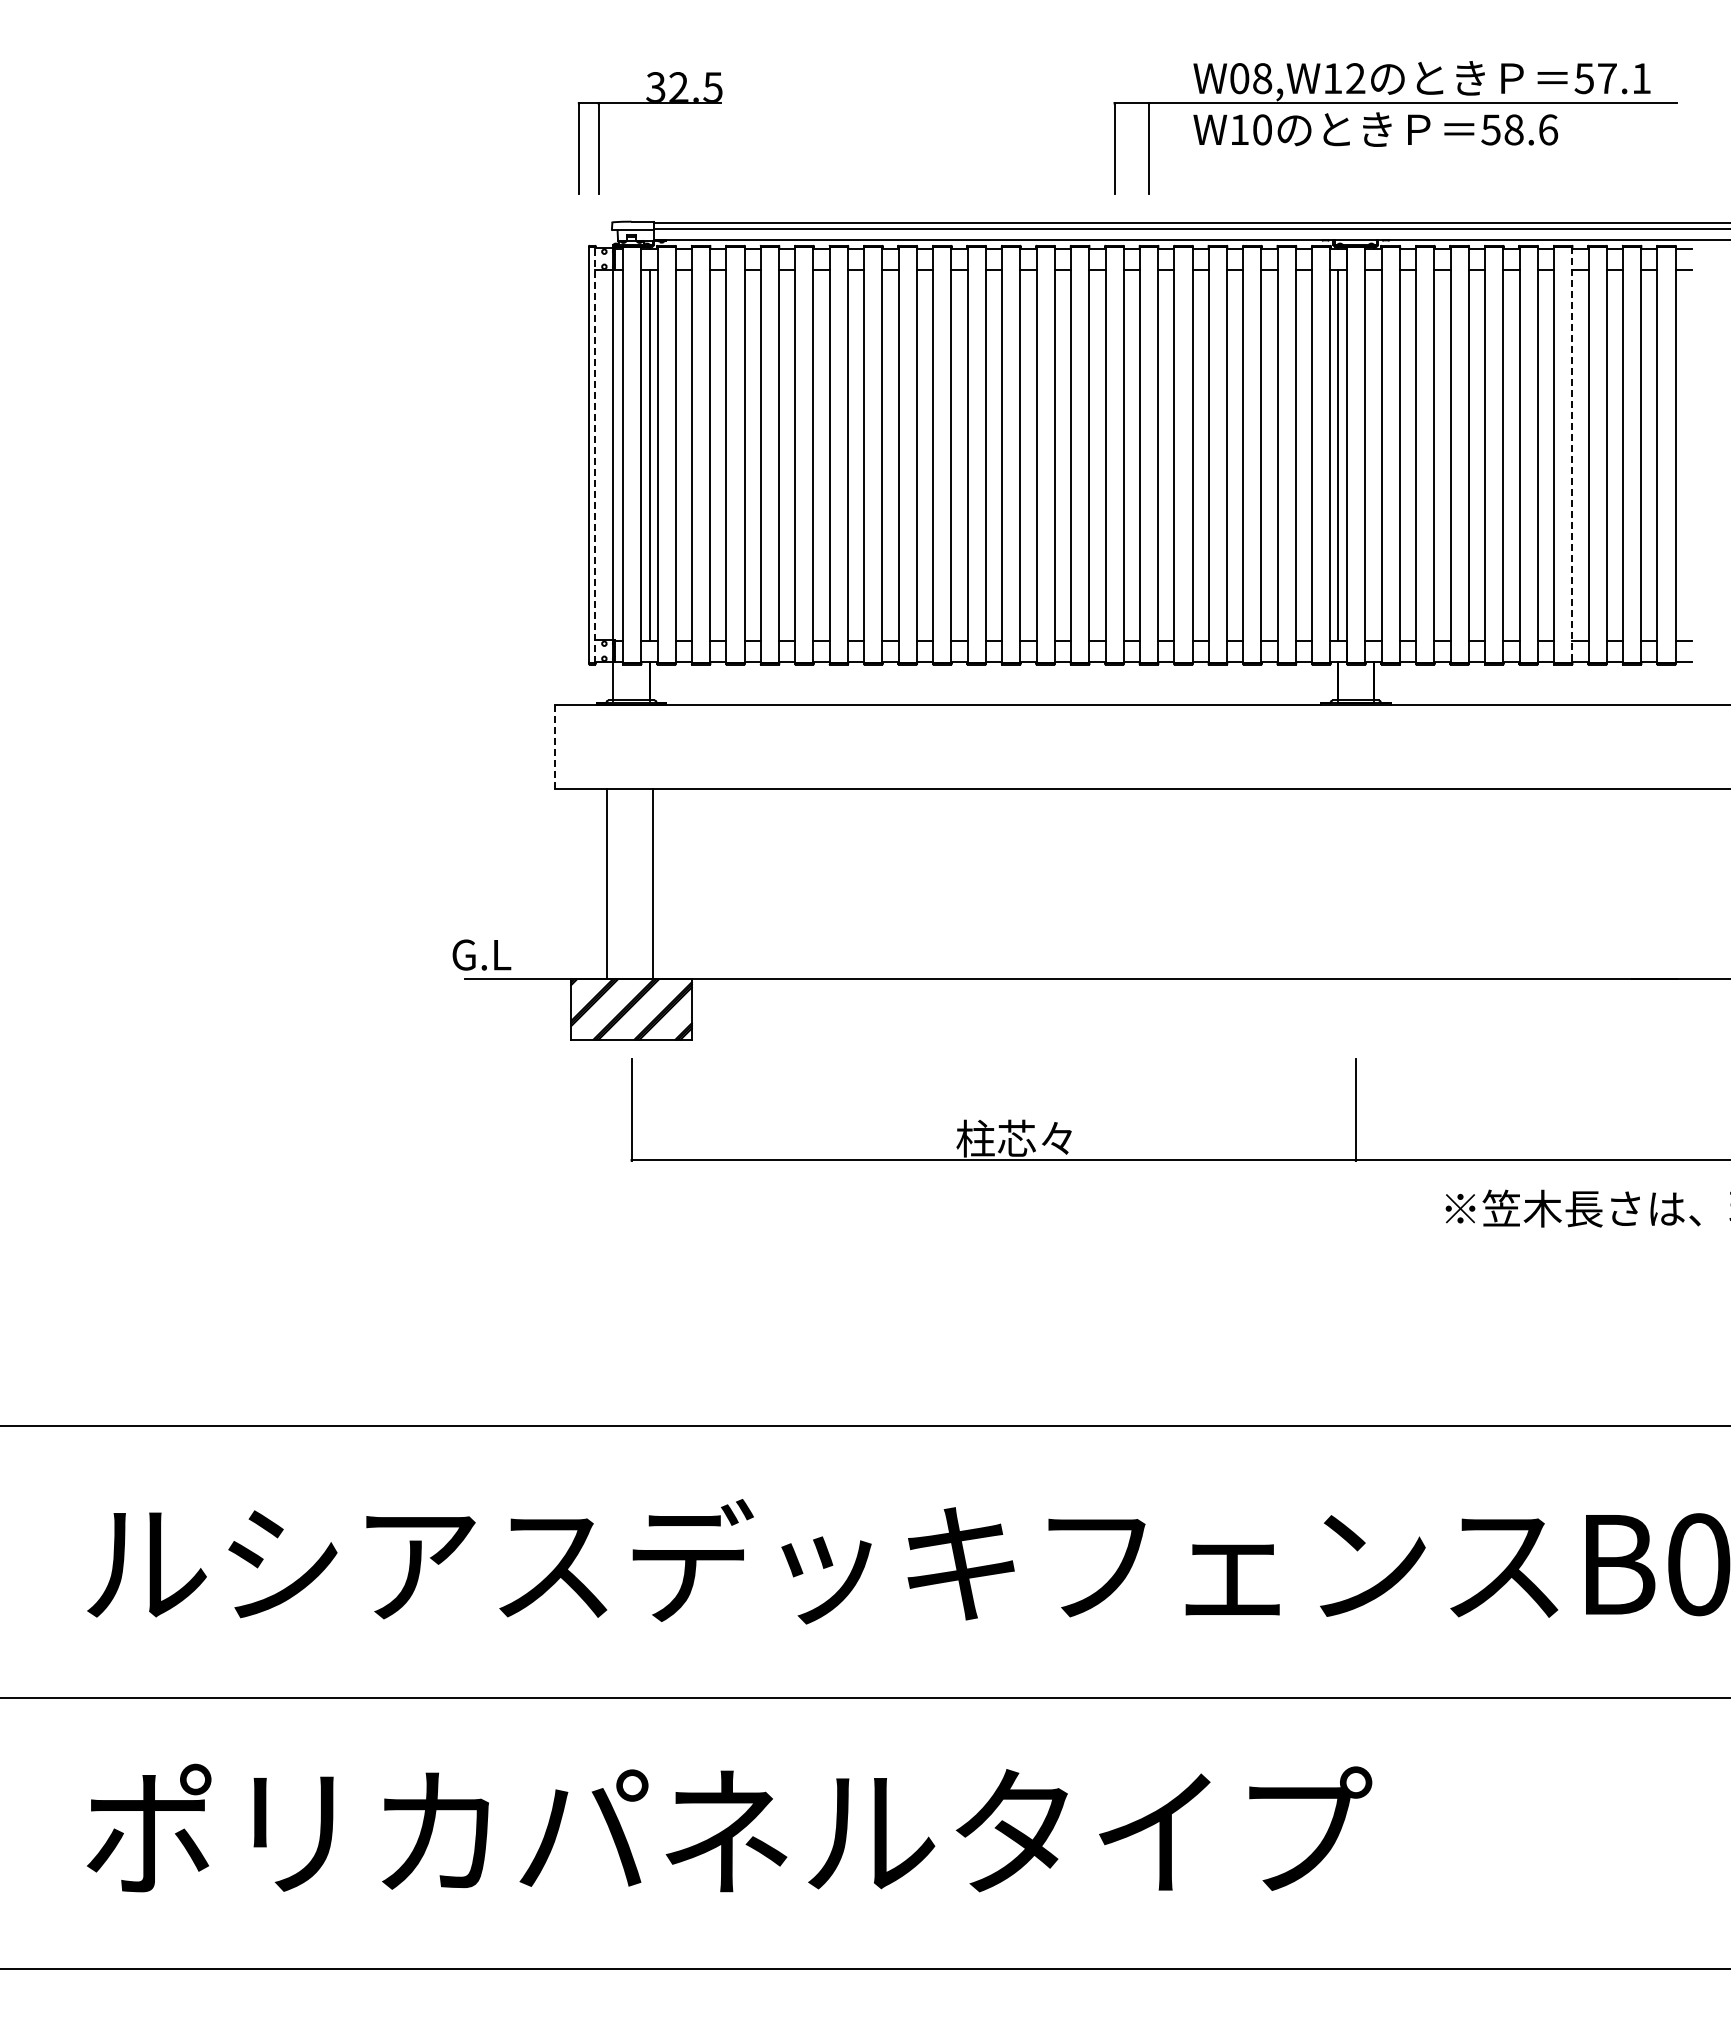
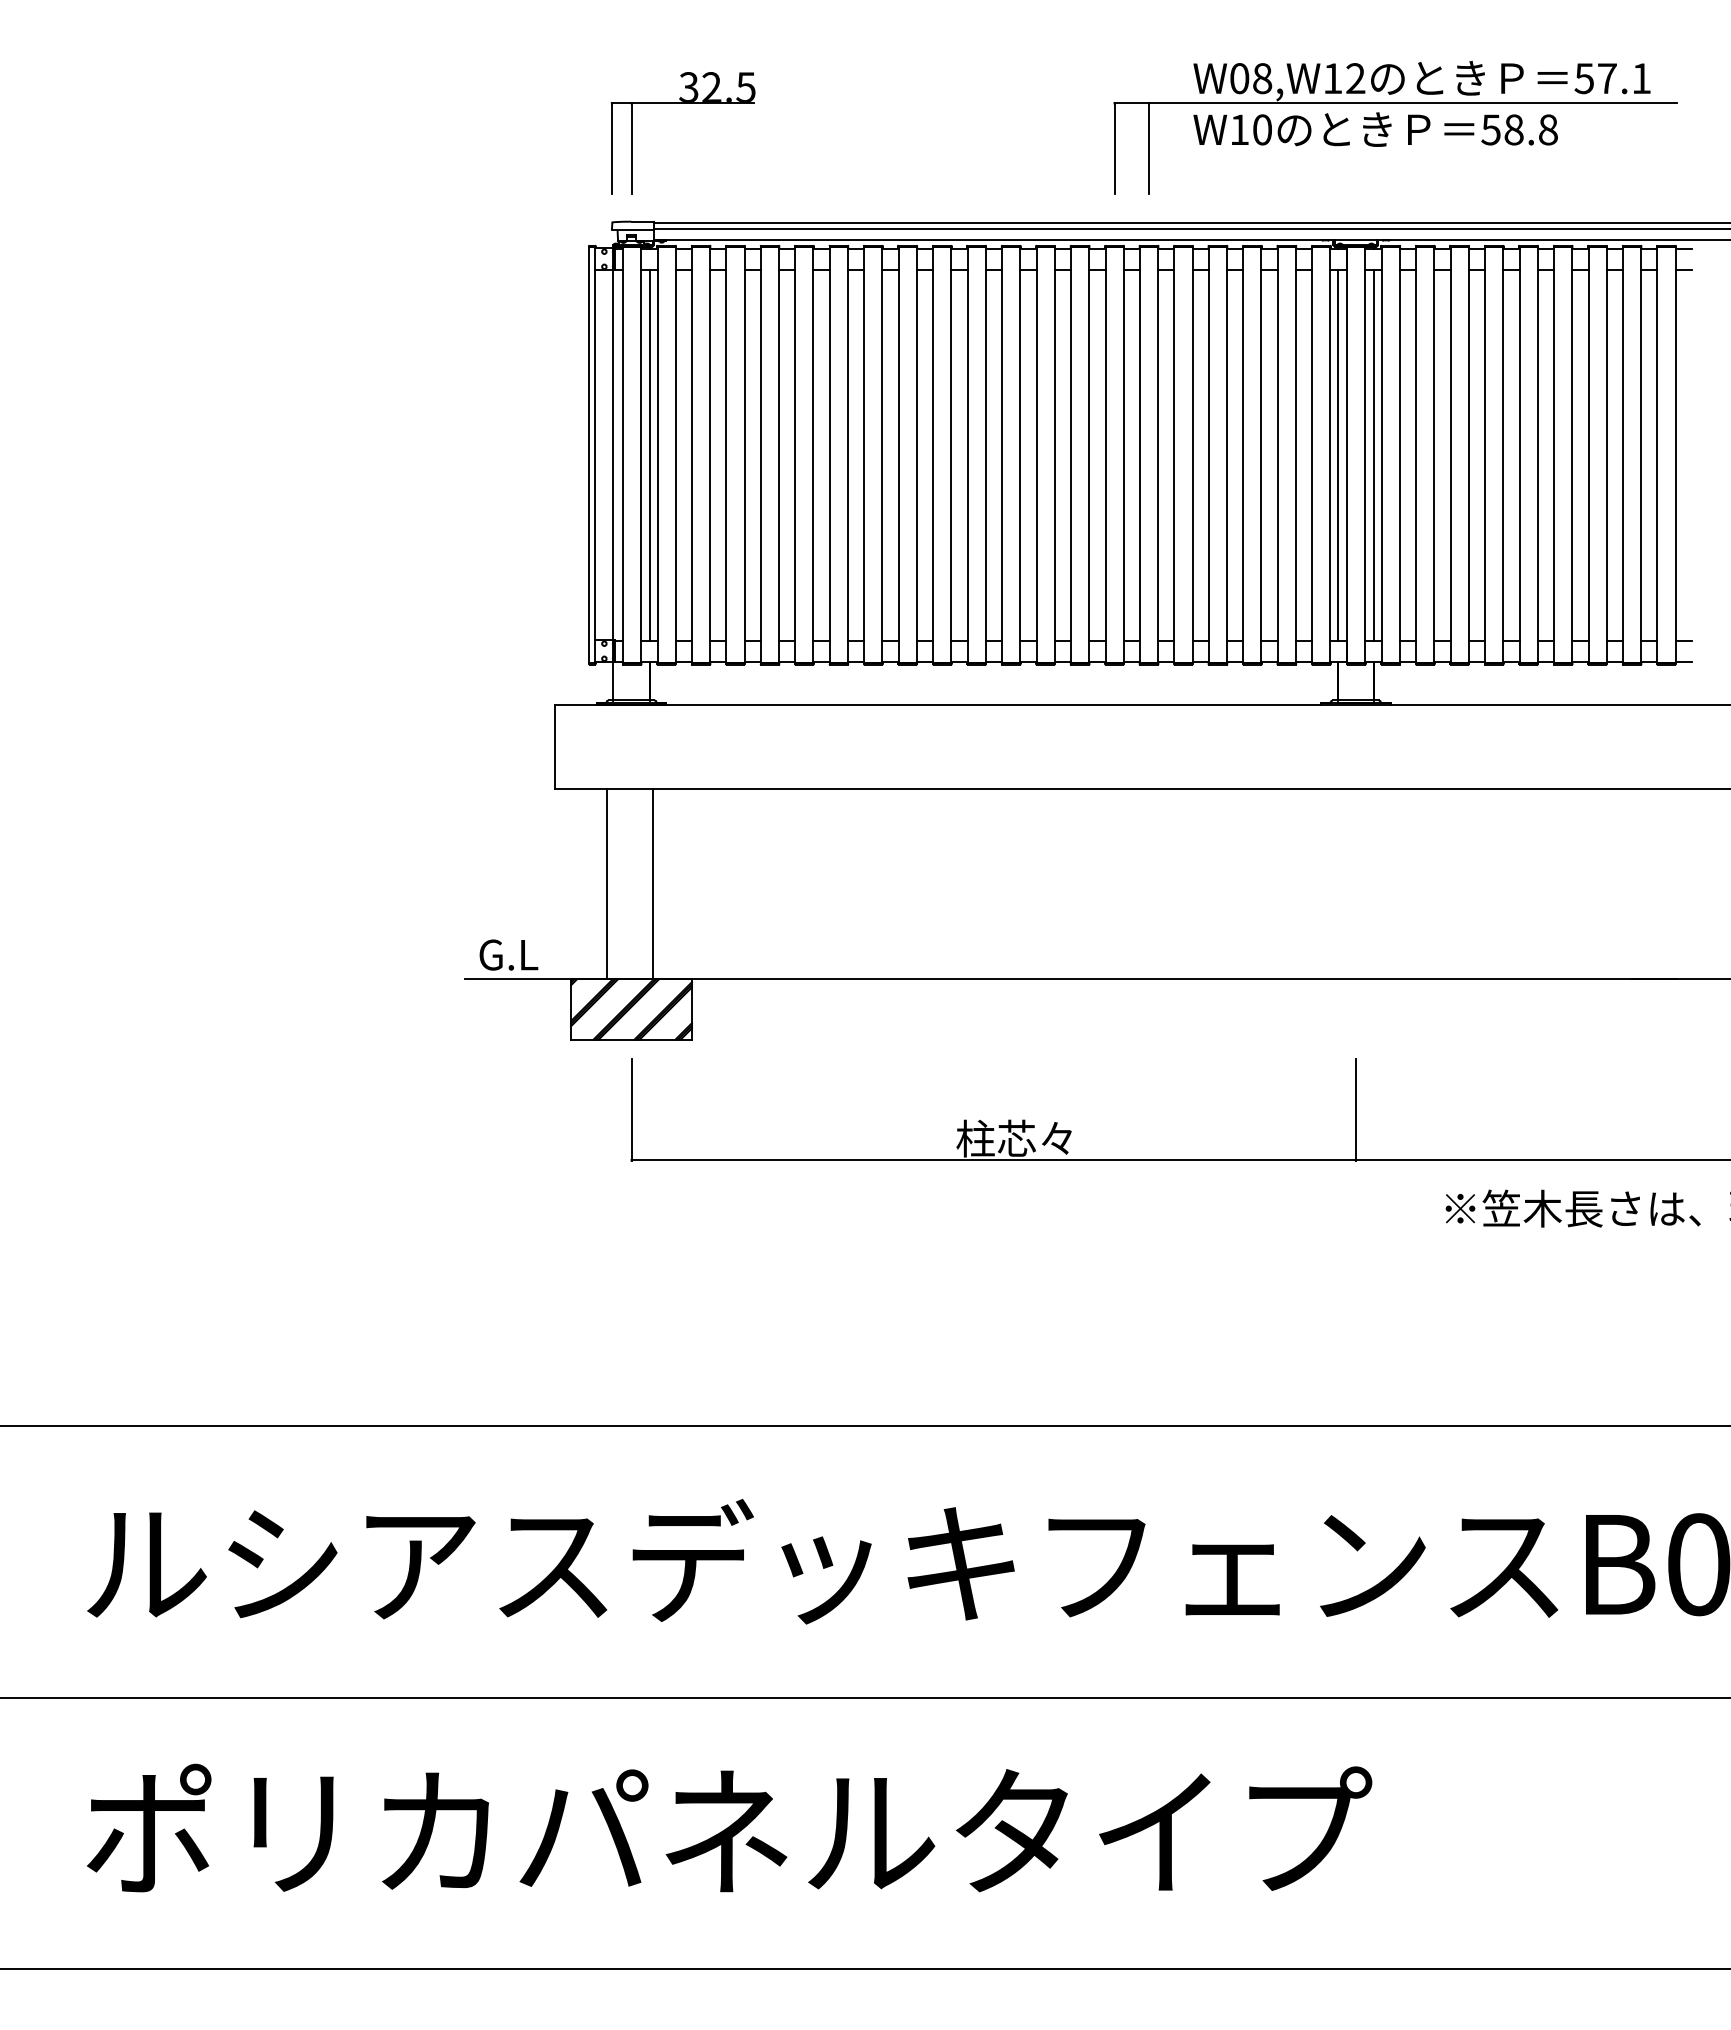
part at (649, 103) position: (649, 103) -> (682, 103)
text at (1548, 129): 58.6 -> 58.8
line at (595, 454): dashed -> solid
line at (1373, 454): none -> present
line at (1572, 455): dashed -> solid
line at (555, 747): dashed -> solid
text at (481, 954) position: (481, 954) -> (508, 954)
